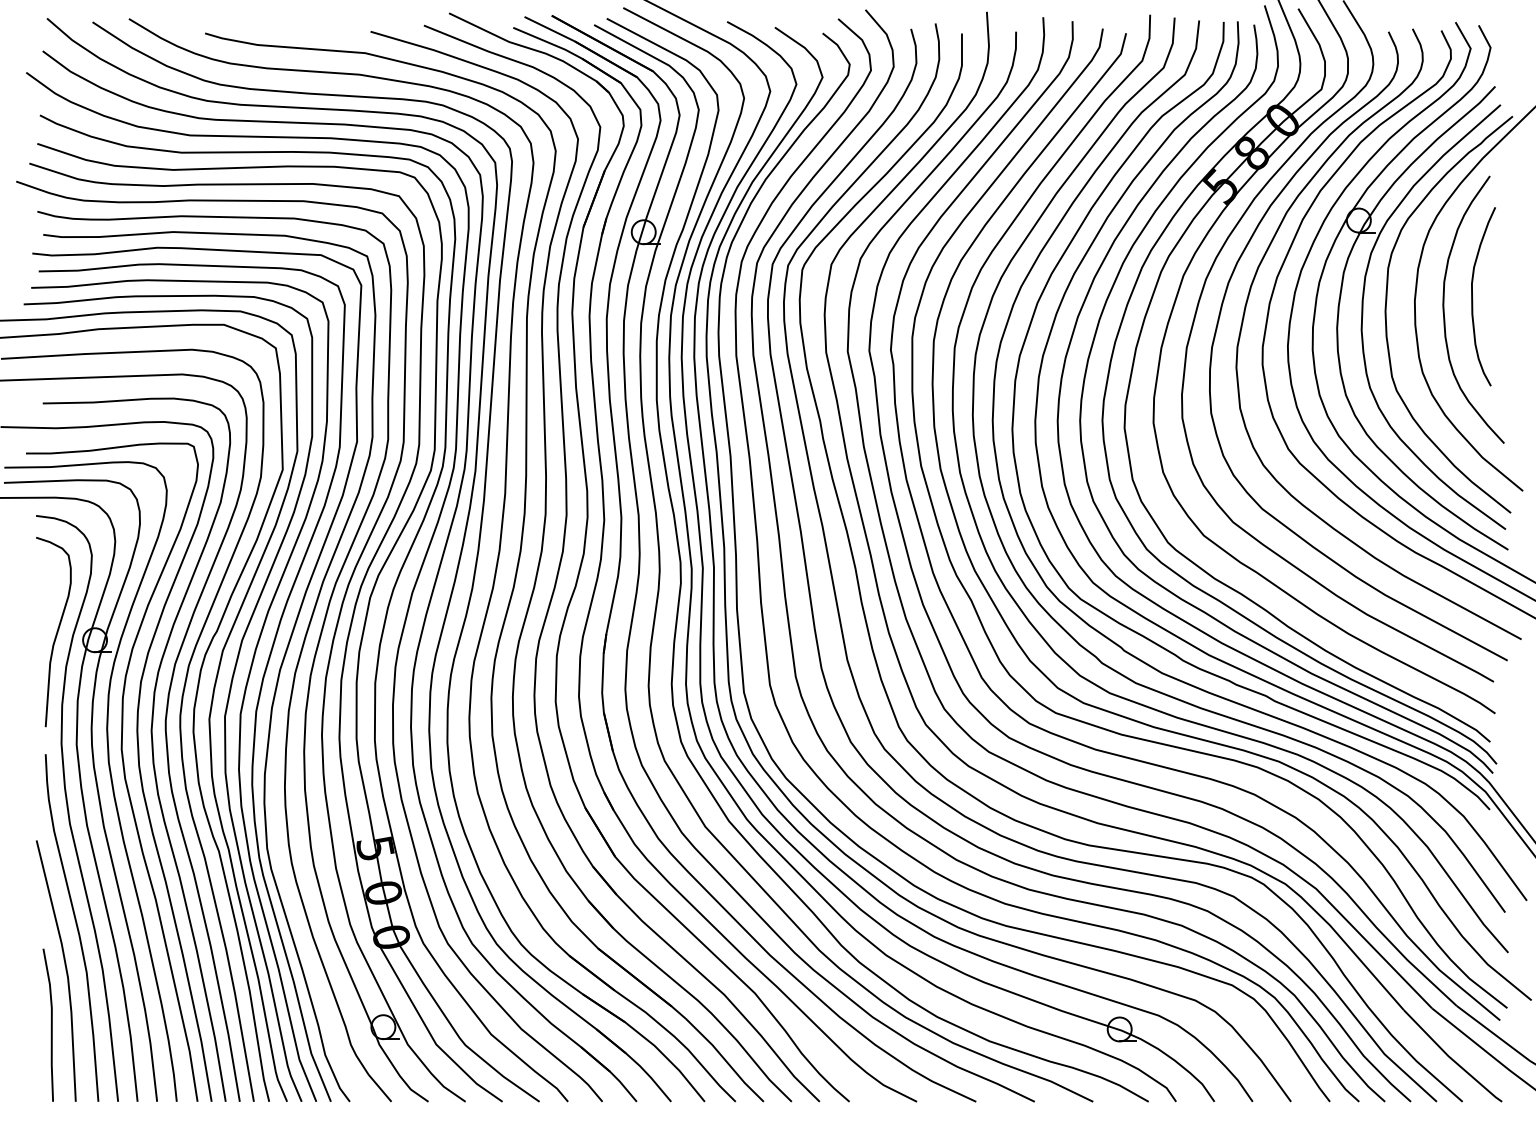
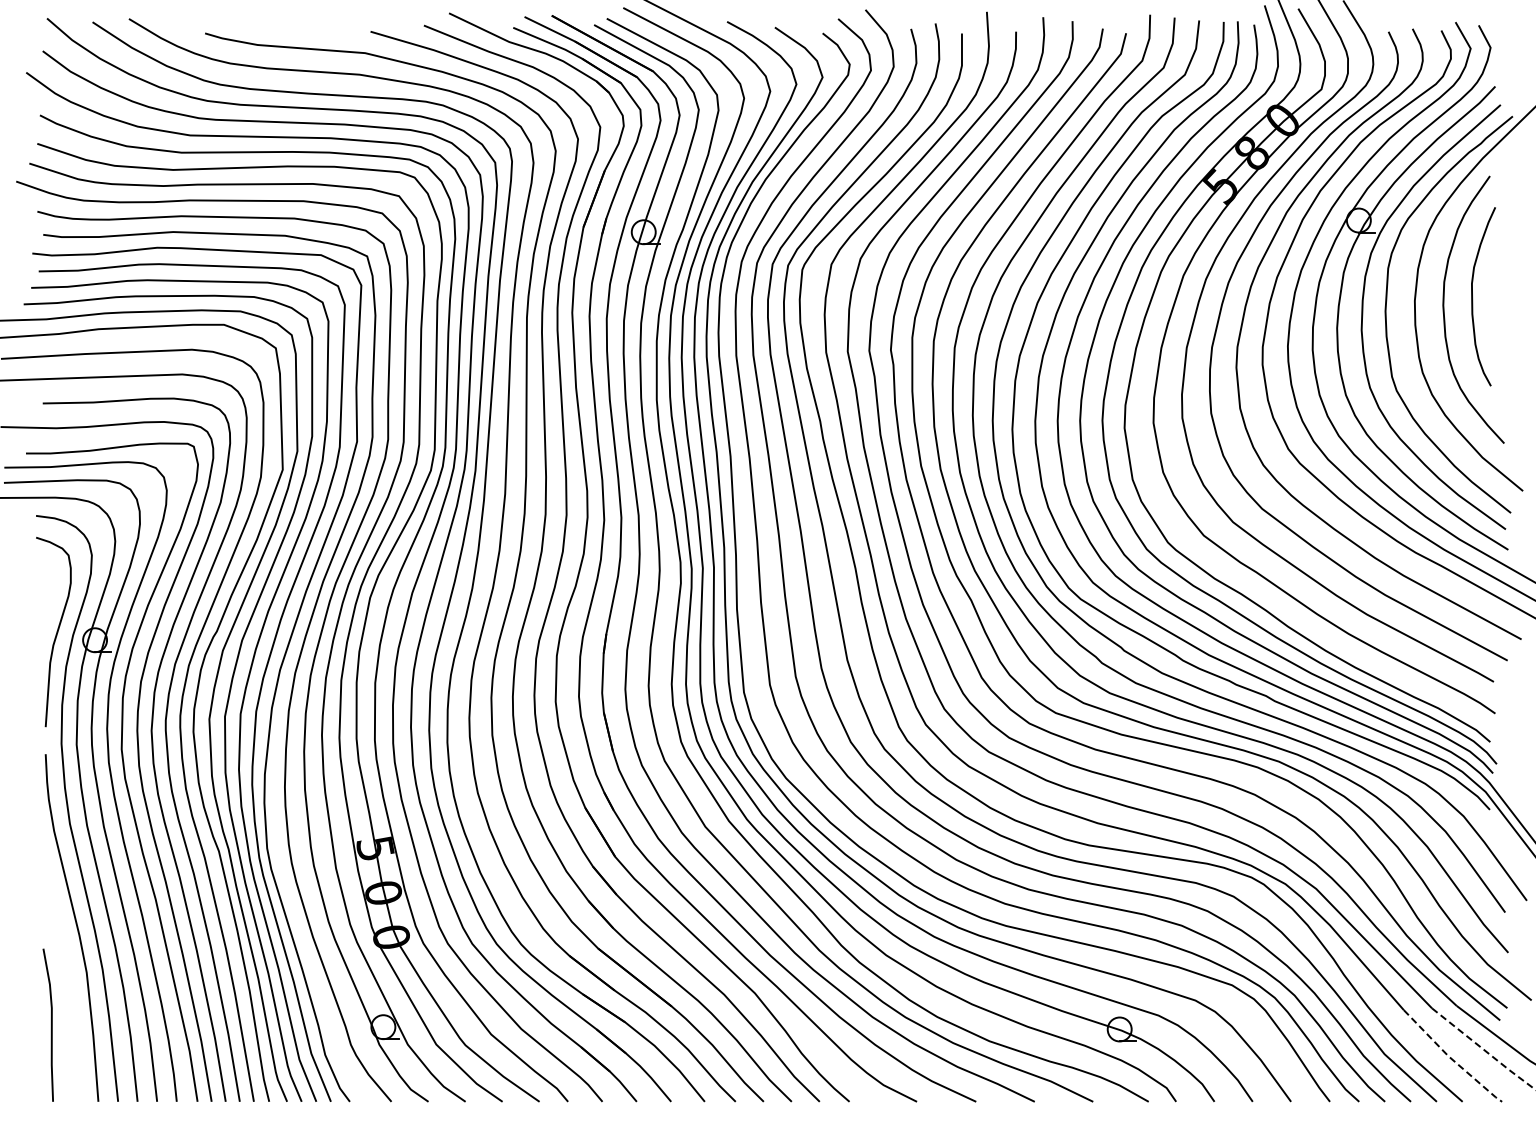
line at (65, 970): present -> none
line at (1484, 1049): solid -> dashed
line at (1450, 1058): solid -> dashed
